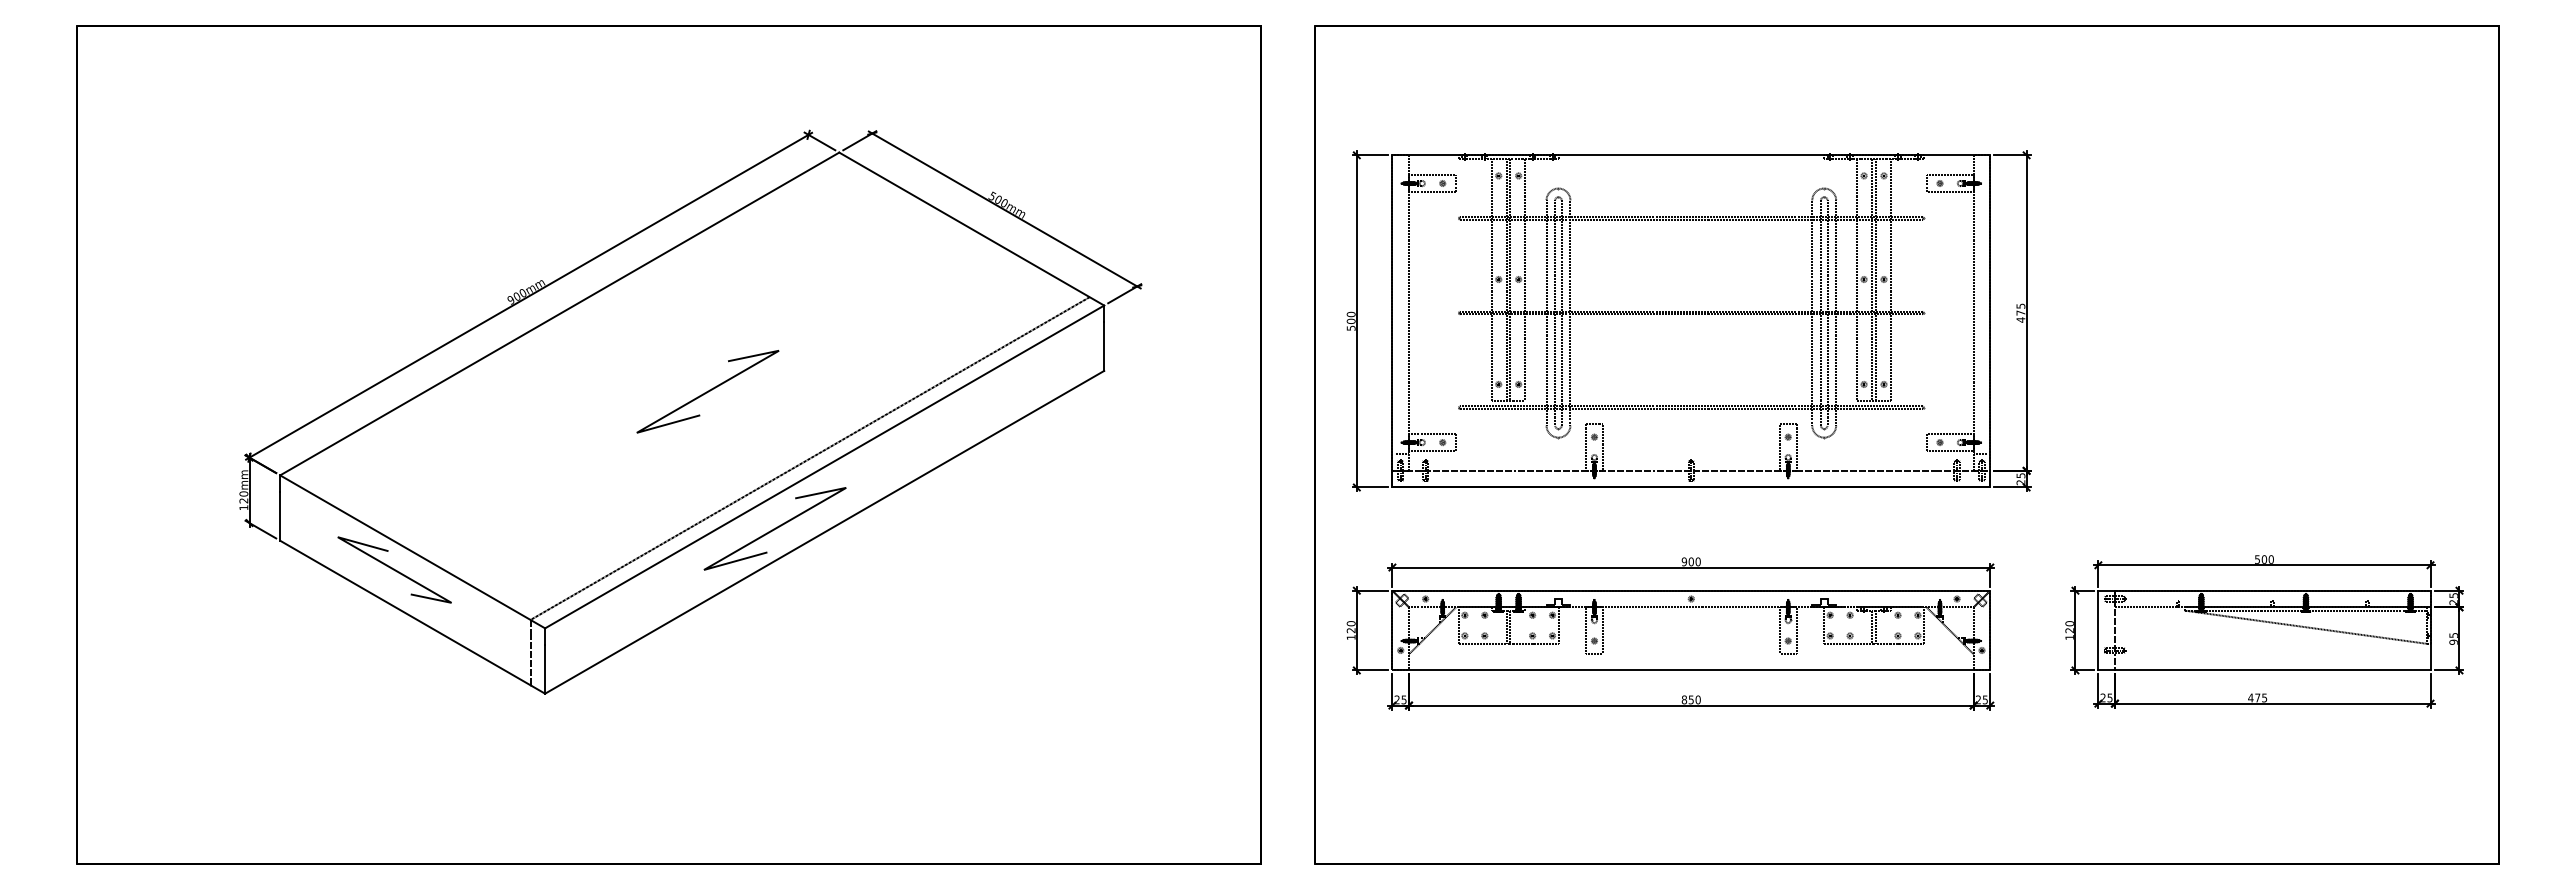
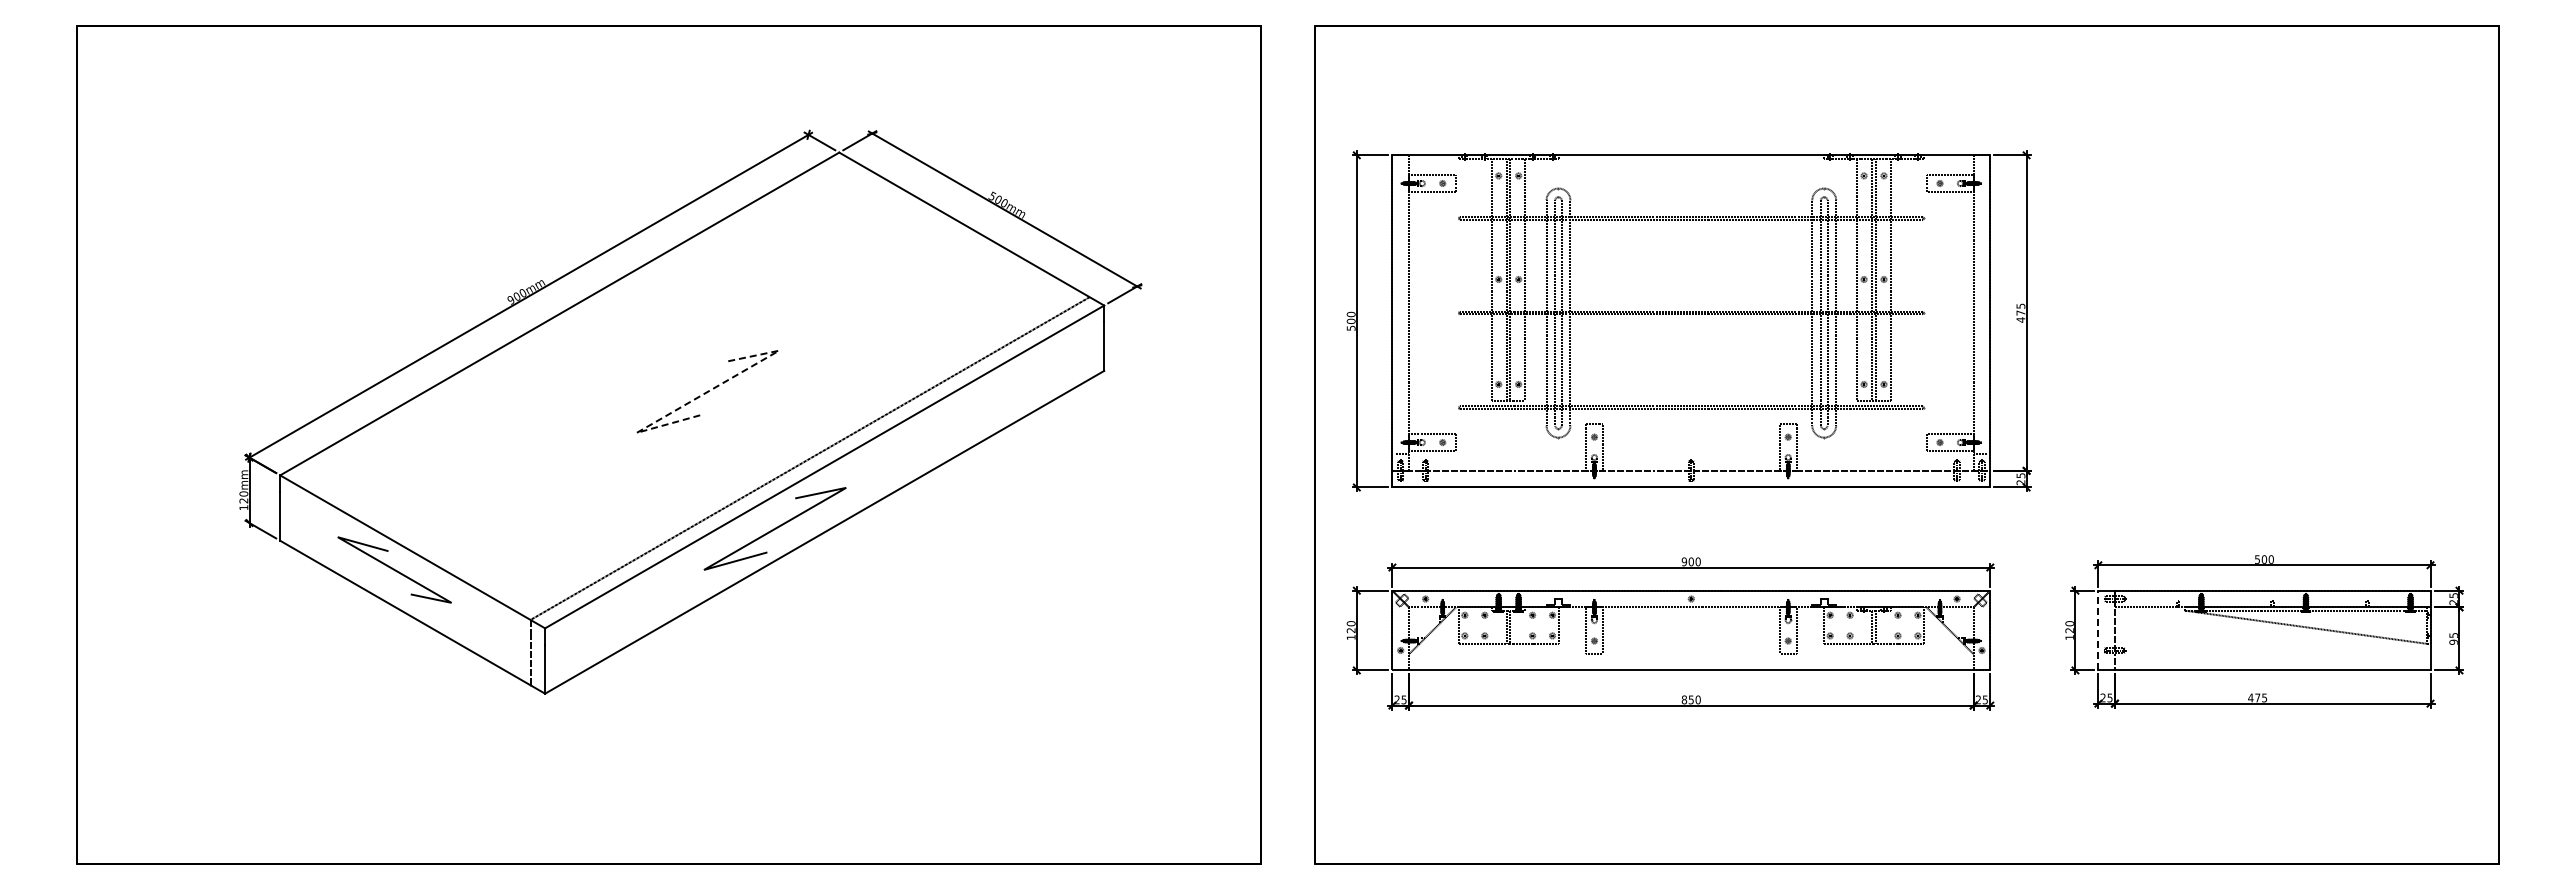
line at (702, 395): solid -> dashed
line at (2098, 630): solid -> dashed
